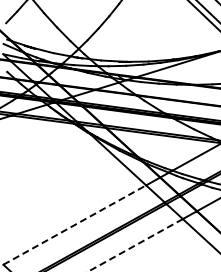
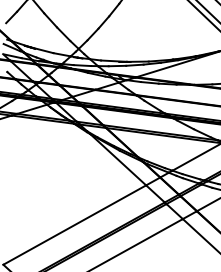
line at (74, 225): dashed -> solid
line at (134, 245): dashed -> solid
